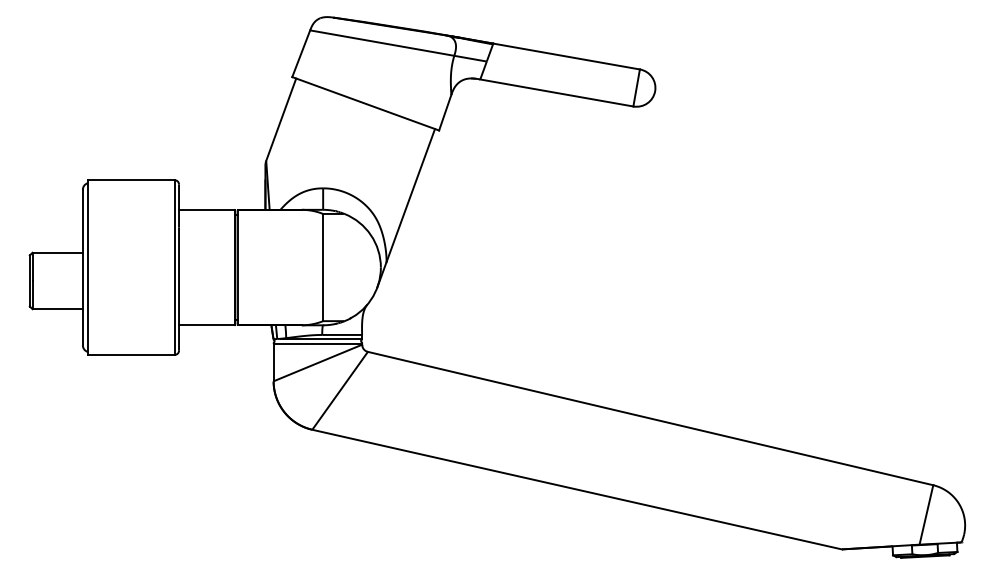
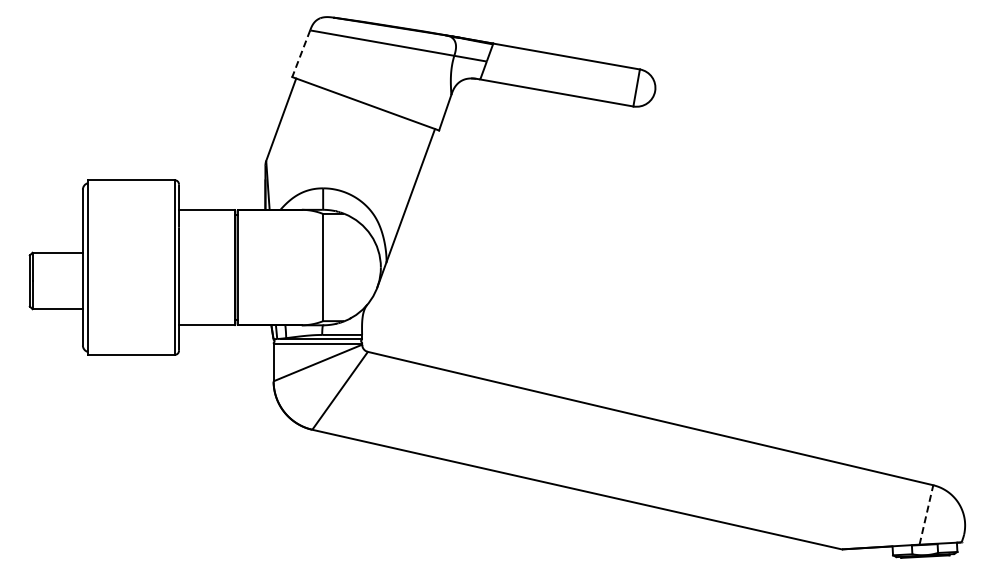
line at (301, 54): solid -> dashed
line at (926, 514): solid -> dashed
